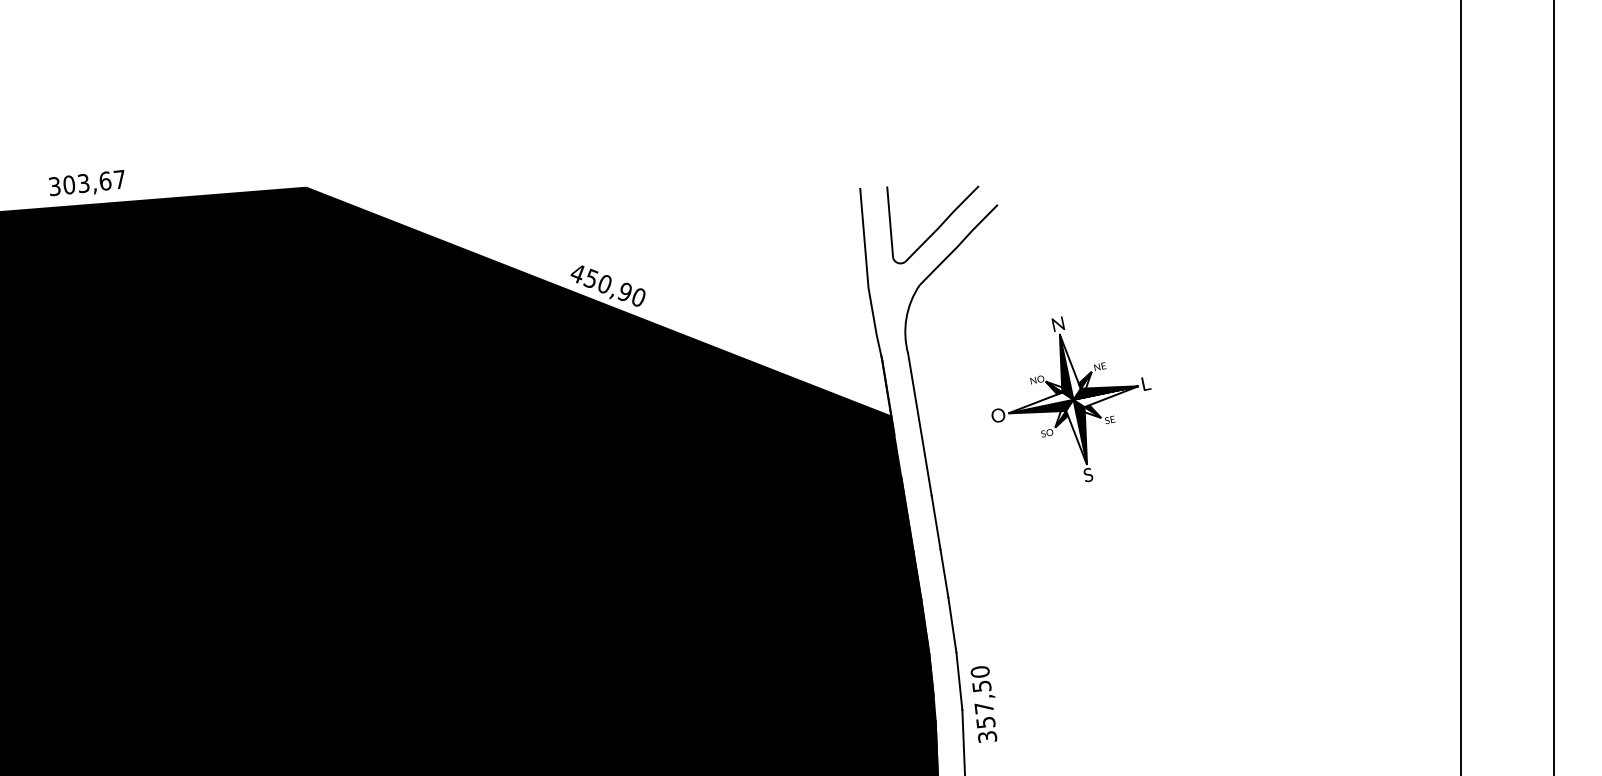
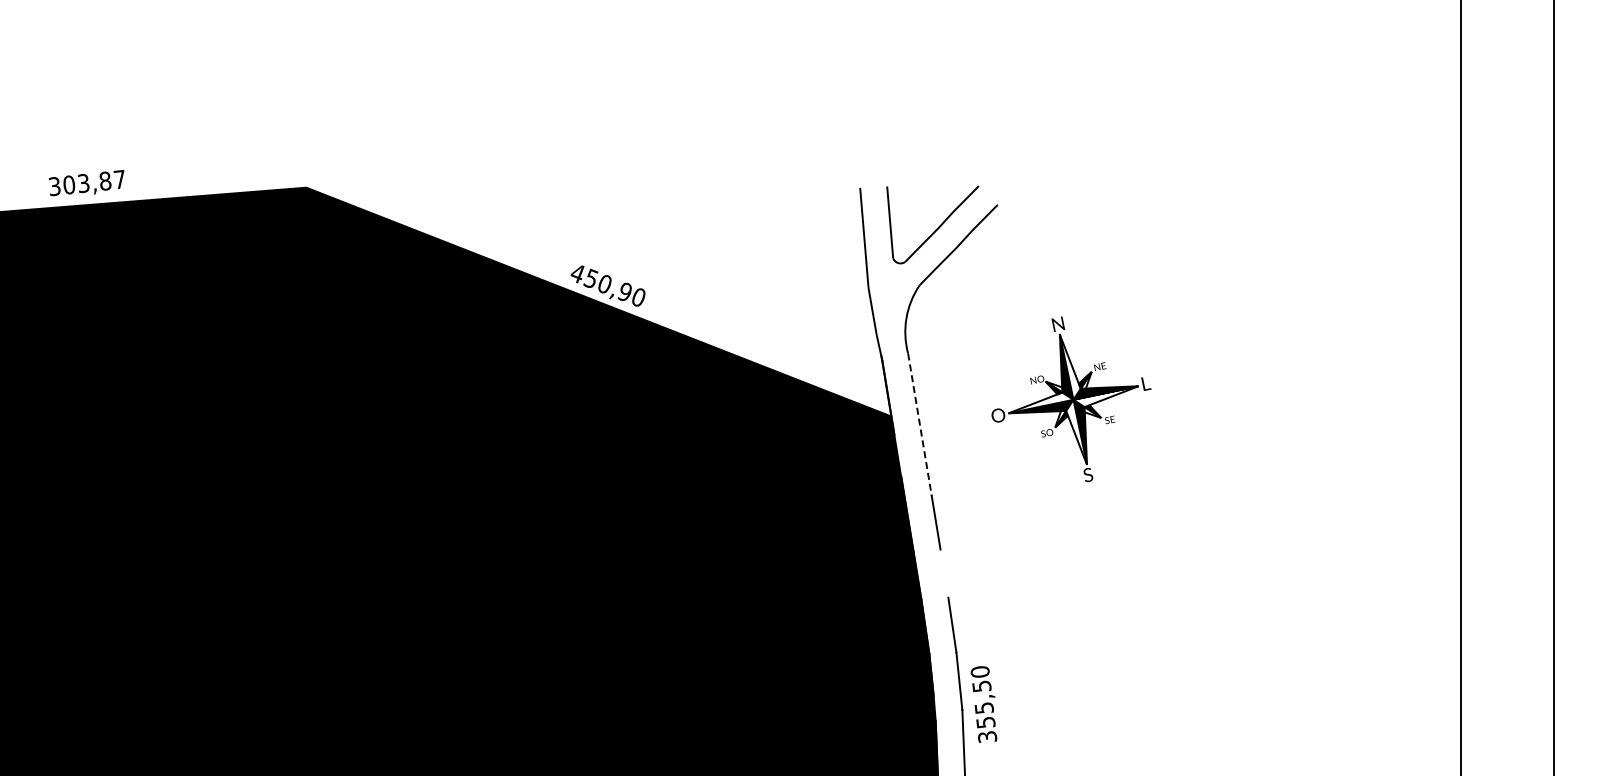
text at (105, 180): 303,67 -> 303,87
line at (920, 425): solid -> dashed
line at (944, 573): present -> none
text at (983, 708): 357,50 -> 355,50
